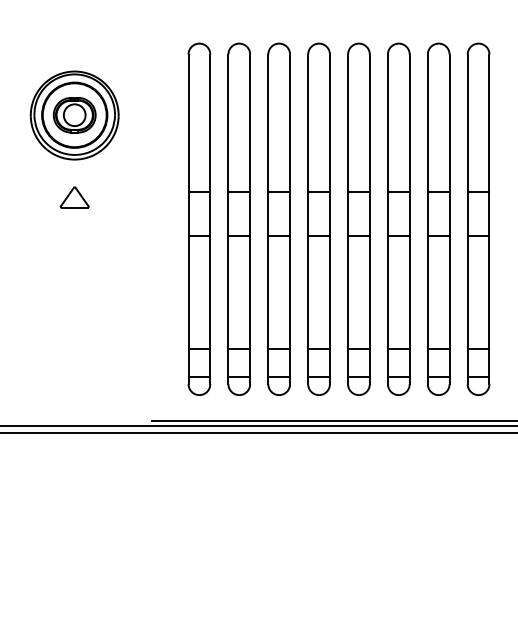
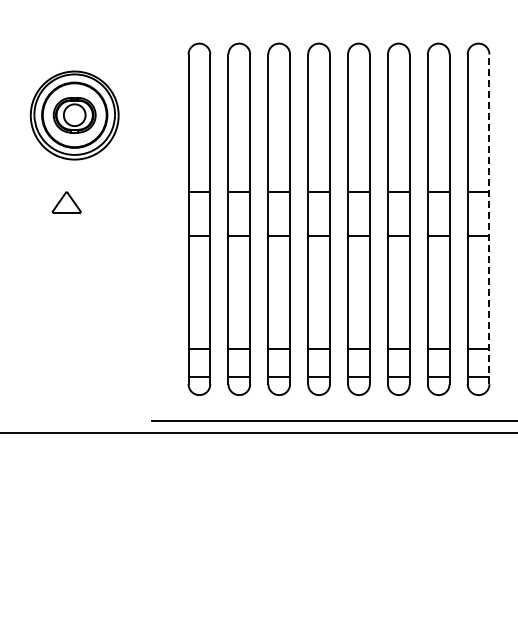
part at (74, 197) position: (74, 197) -> (66, 202)
line at (489, 219): solid -> dashed
line at (258, 426): present -> none
